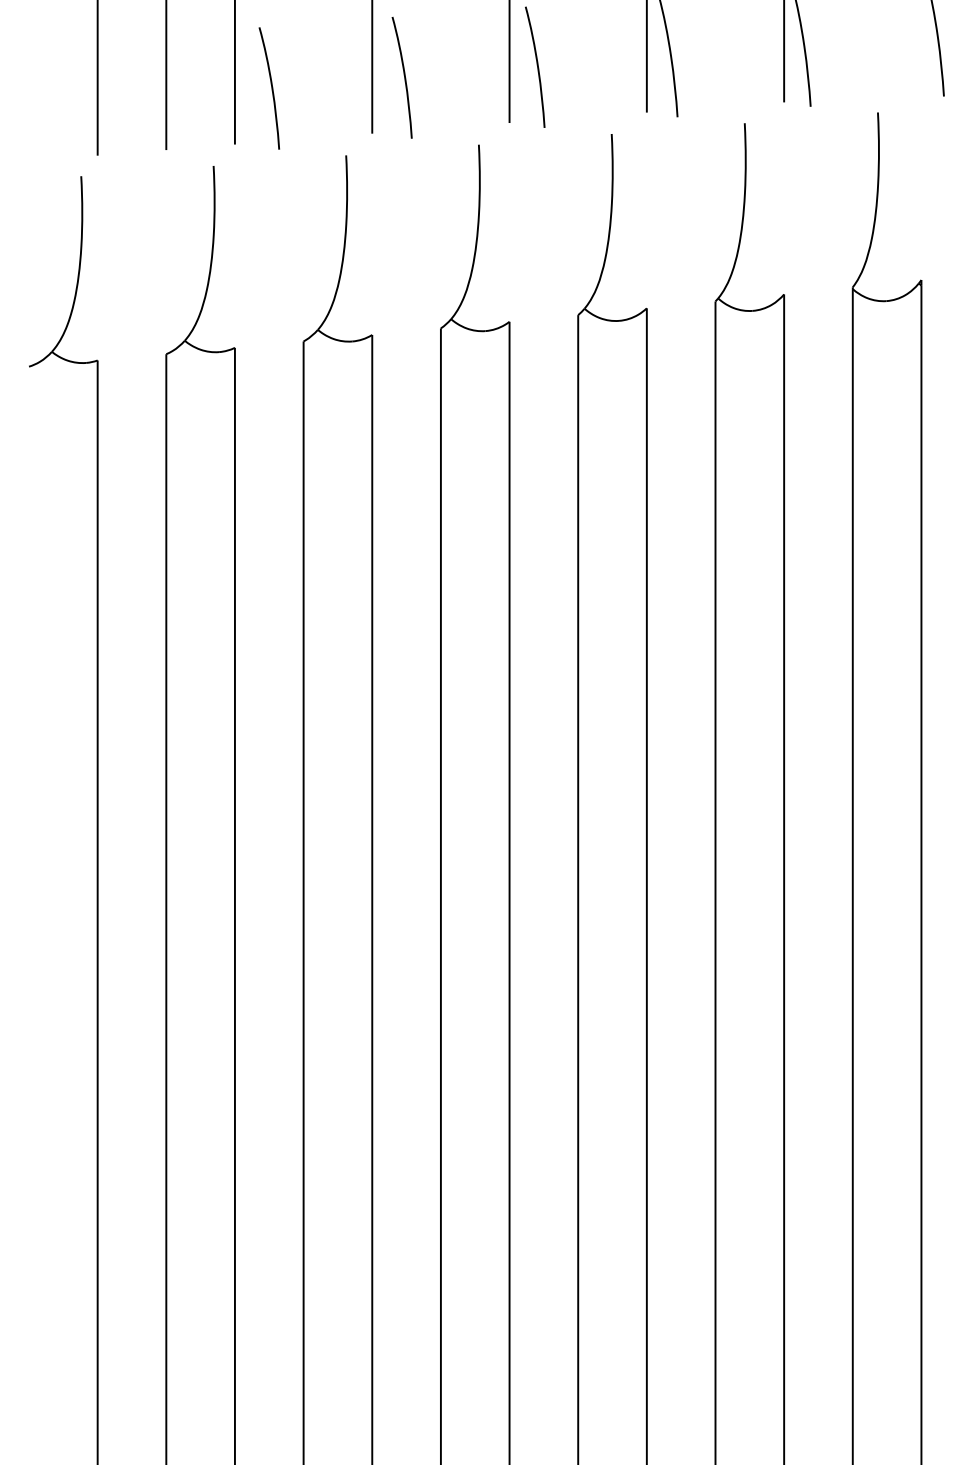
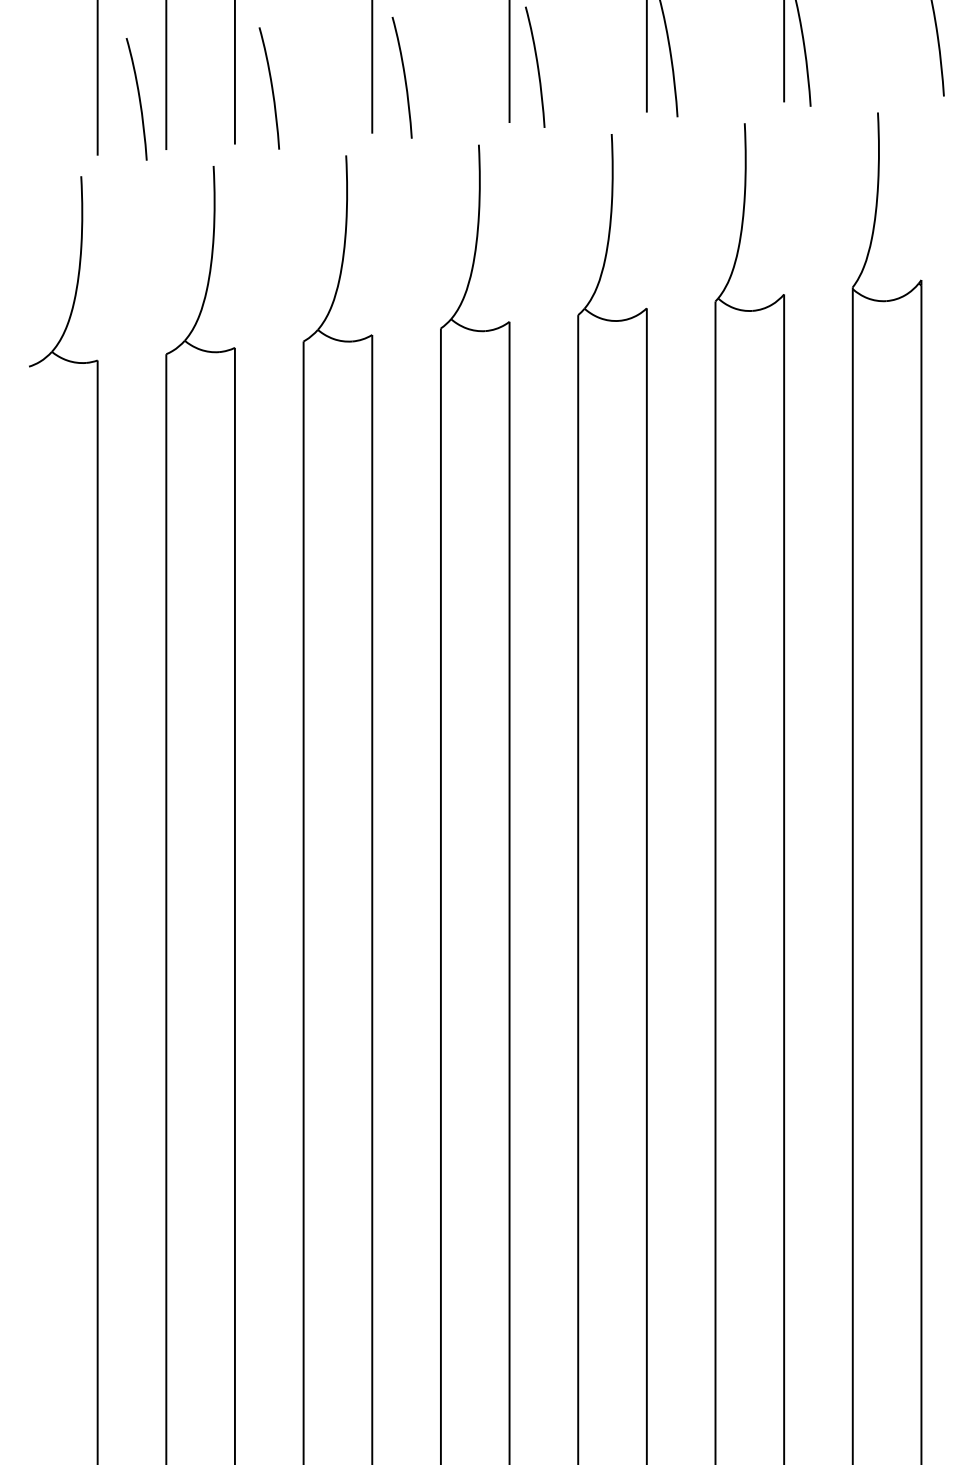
curve at (138, 98): none -> present
